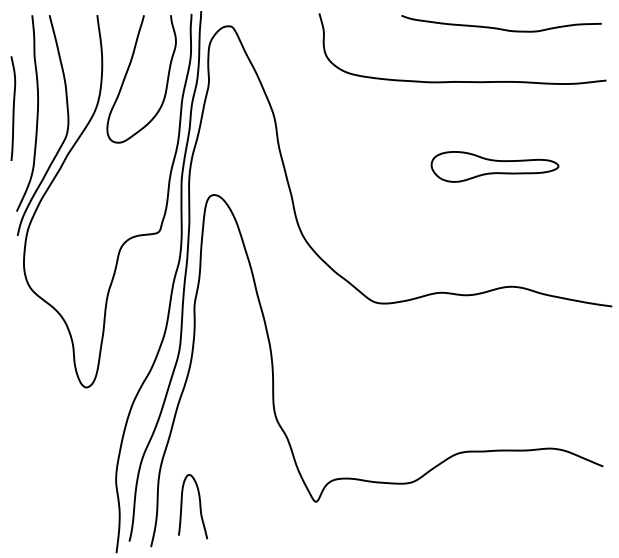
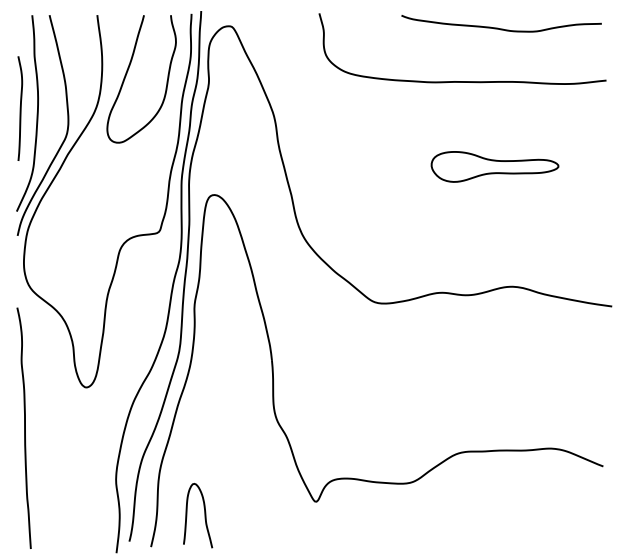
curve at (13, 108) position: (13, 108) -> (20, 108)
curve at (24, 427): none -> present
curve at (199, 506) position: (199, 506) -> (204, 515)
